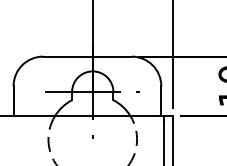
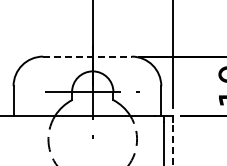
line at (87, 56): solid -> dashed
line at (173, 143): solid -> dashed
